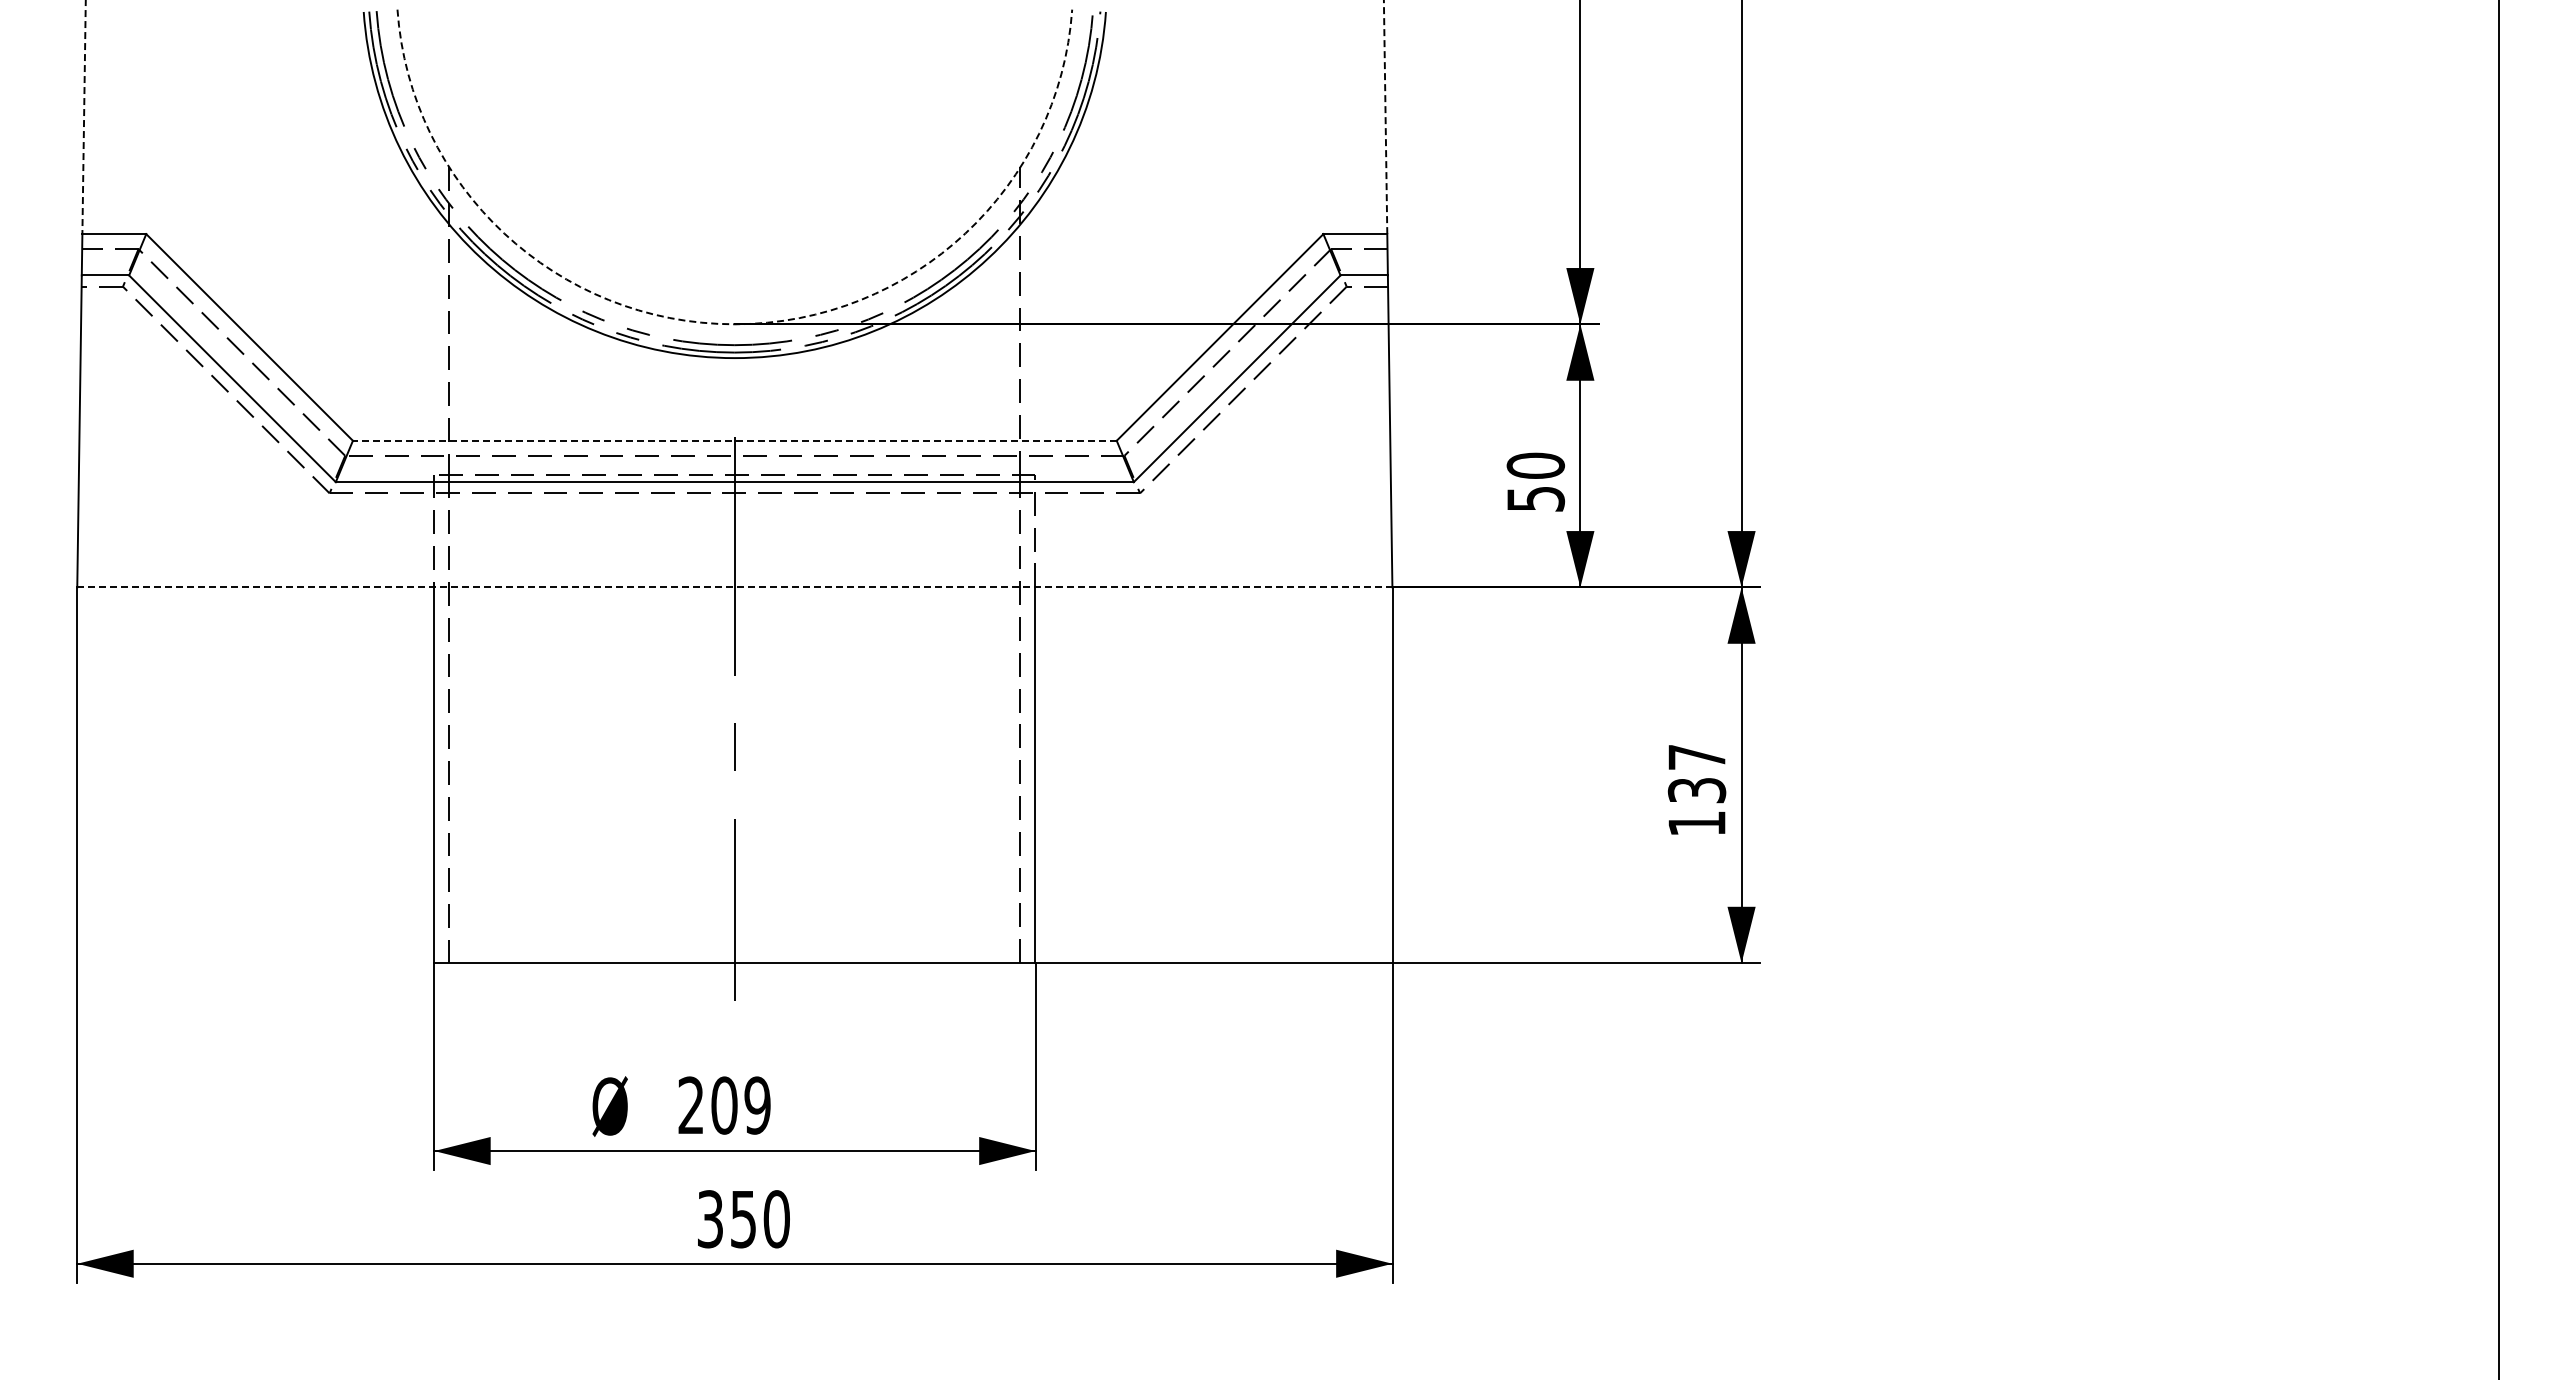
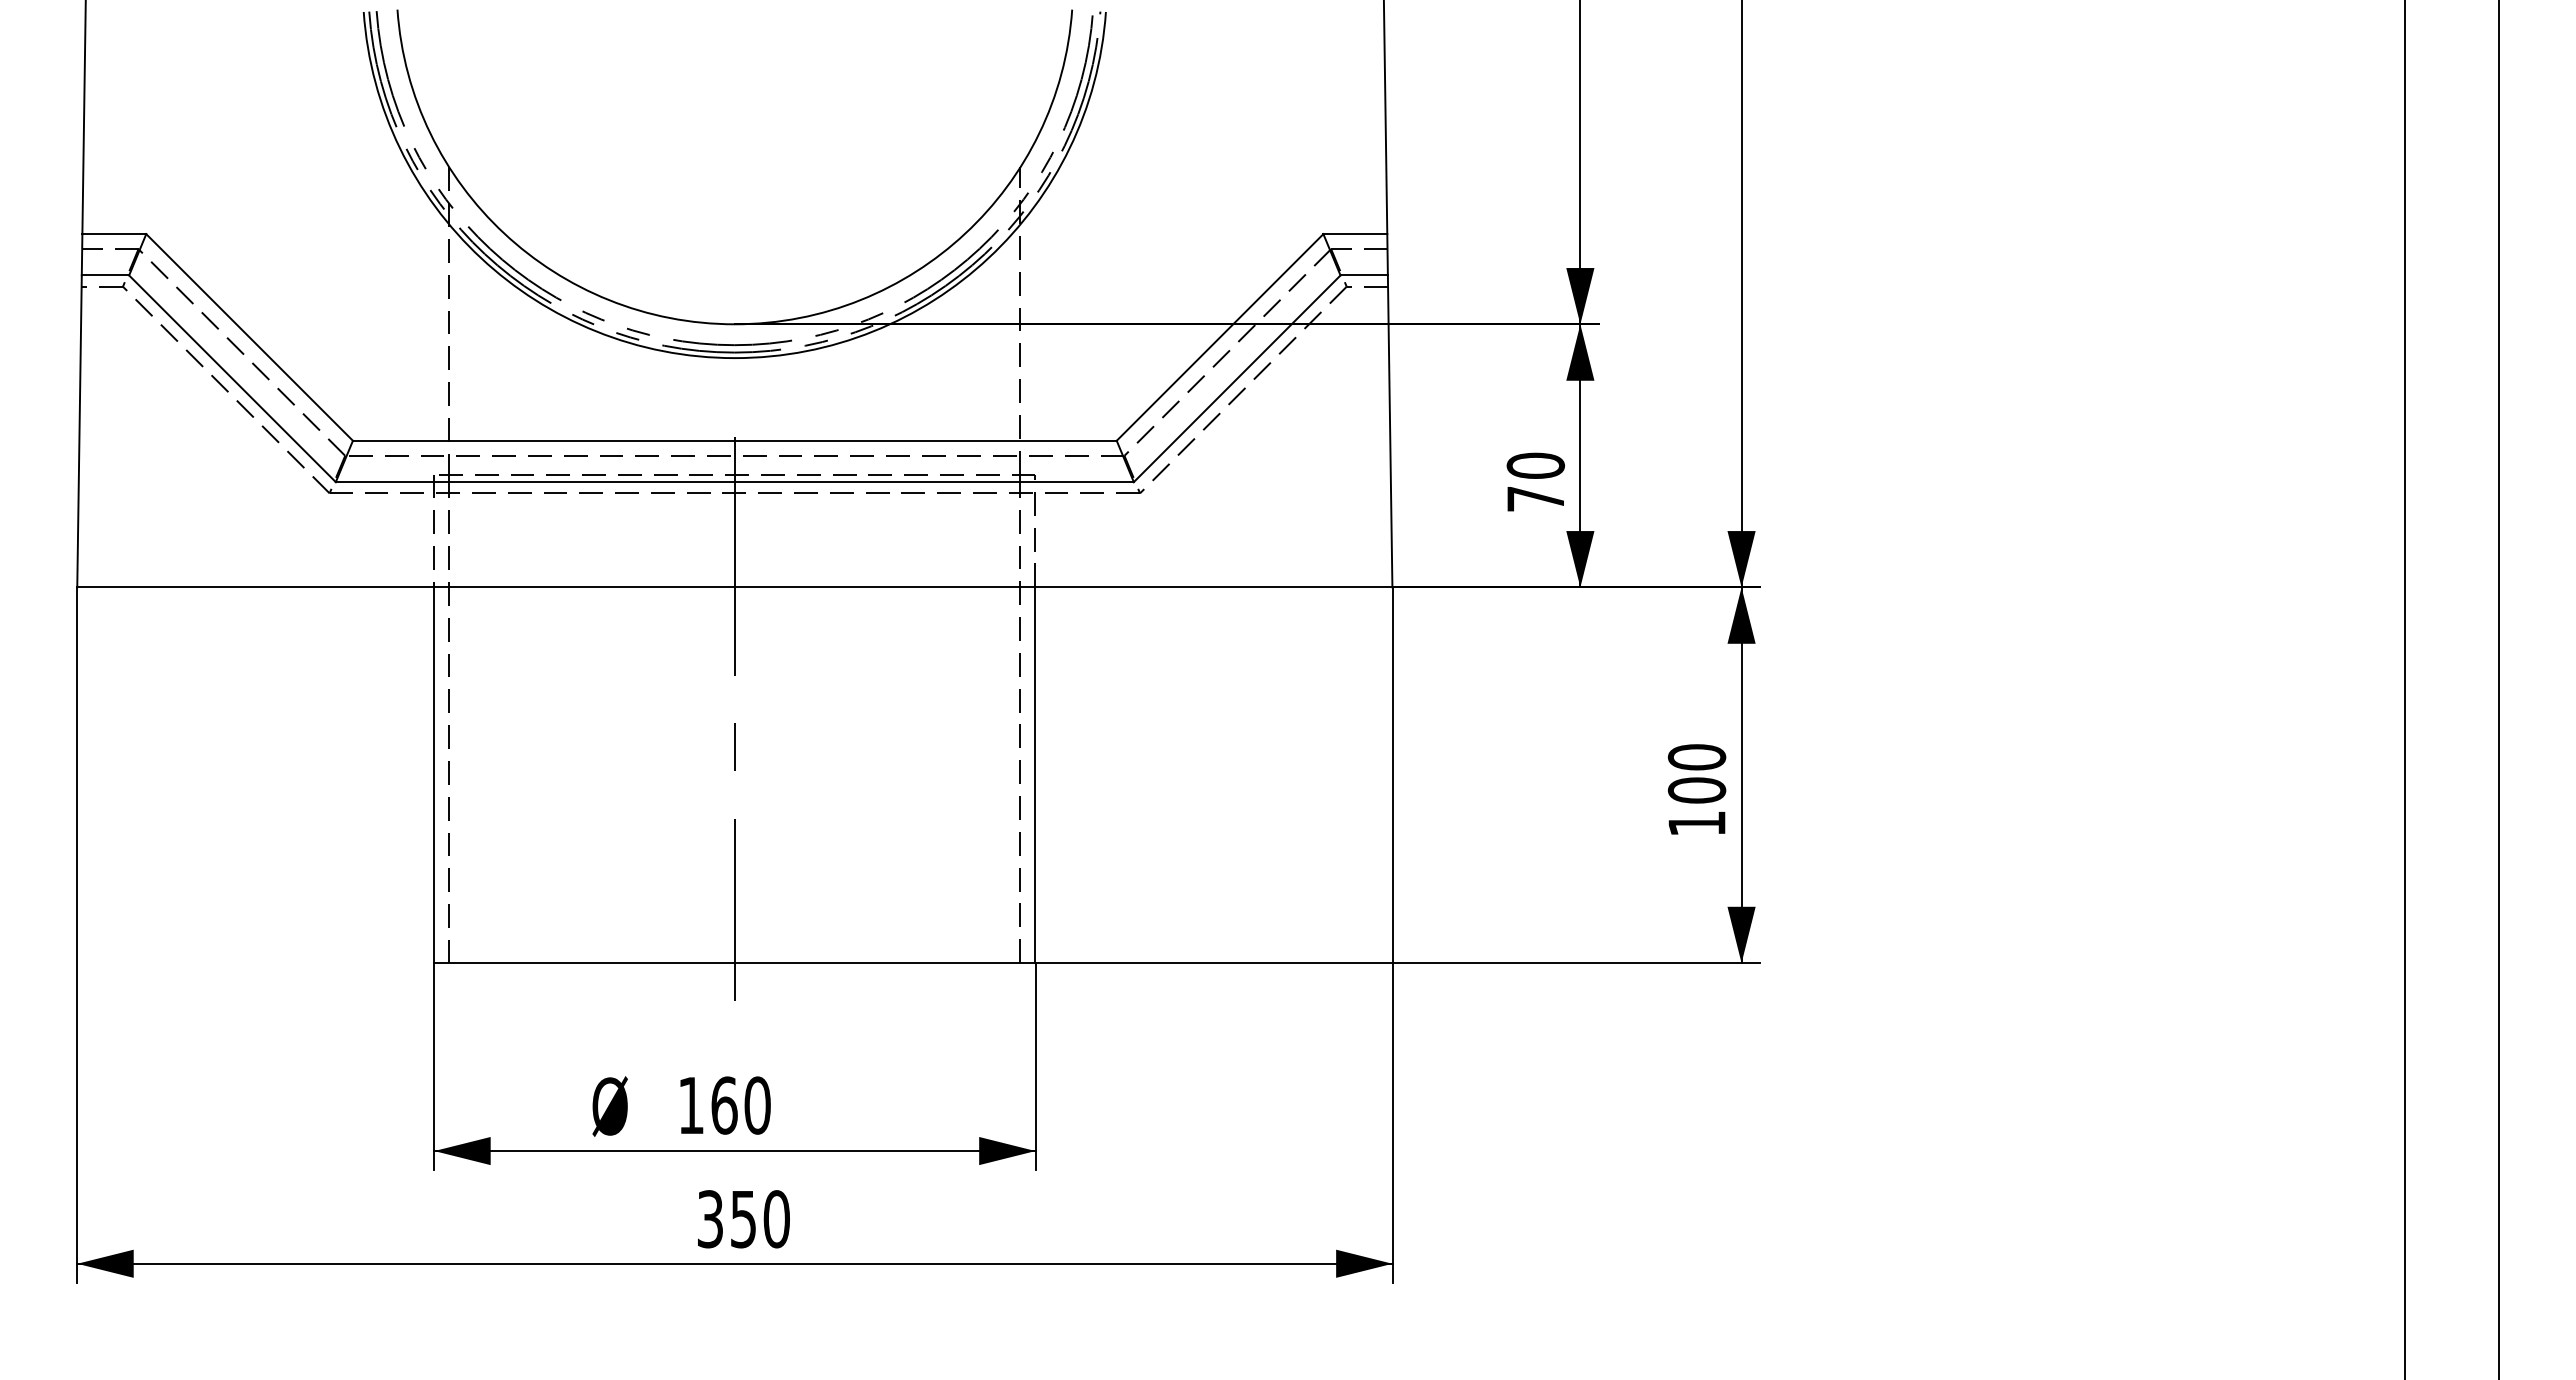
line at (84, 117): dashed -> solid
line at (1385, 117): dashed -> solid
arc at (734, 324): dashed -> solid
line at (734, 440): dashed -> solid
text at (1536, 499): 50 -> 70
line at (734, 587): dashed -> solid
line at (2404, 689): none -> present
text at (1696, 773): 137 -> 100
text at (724, 1105): 209 -> 160
